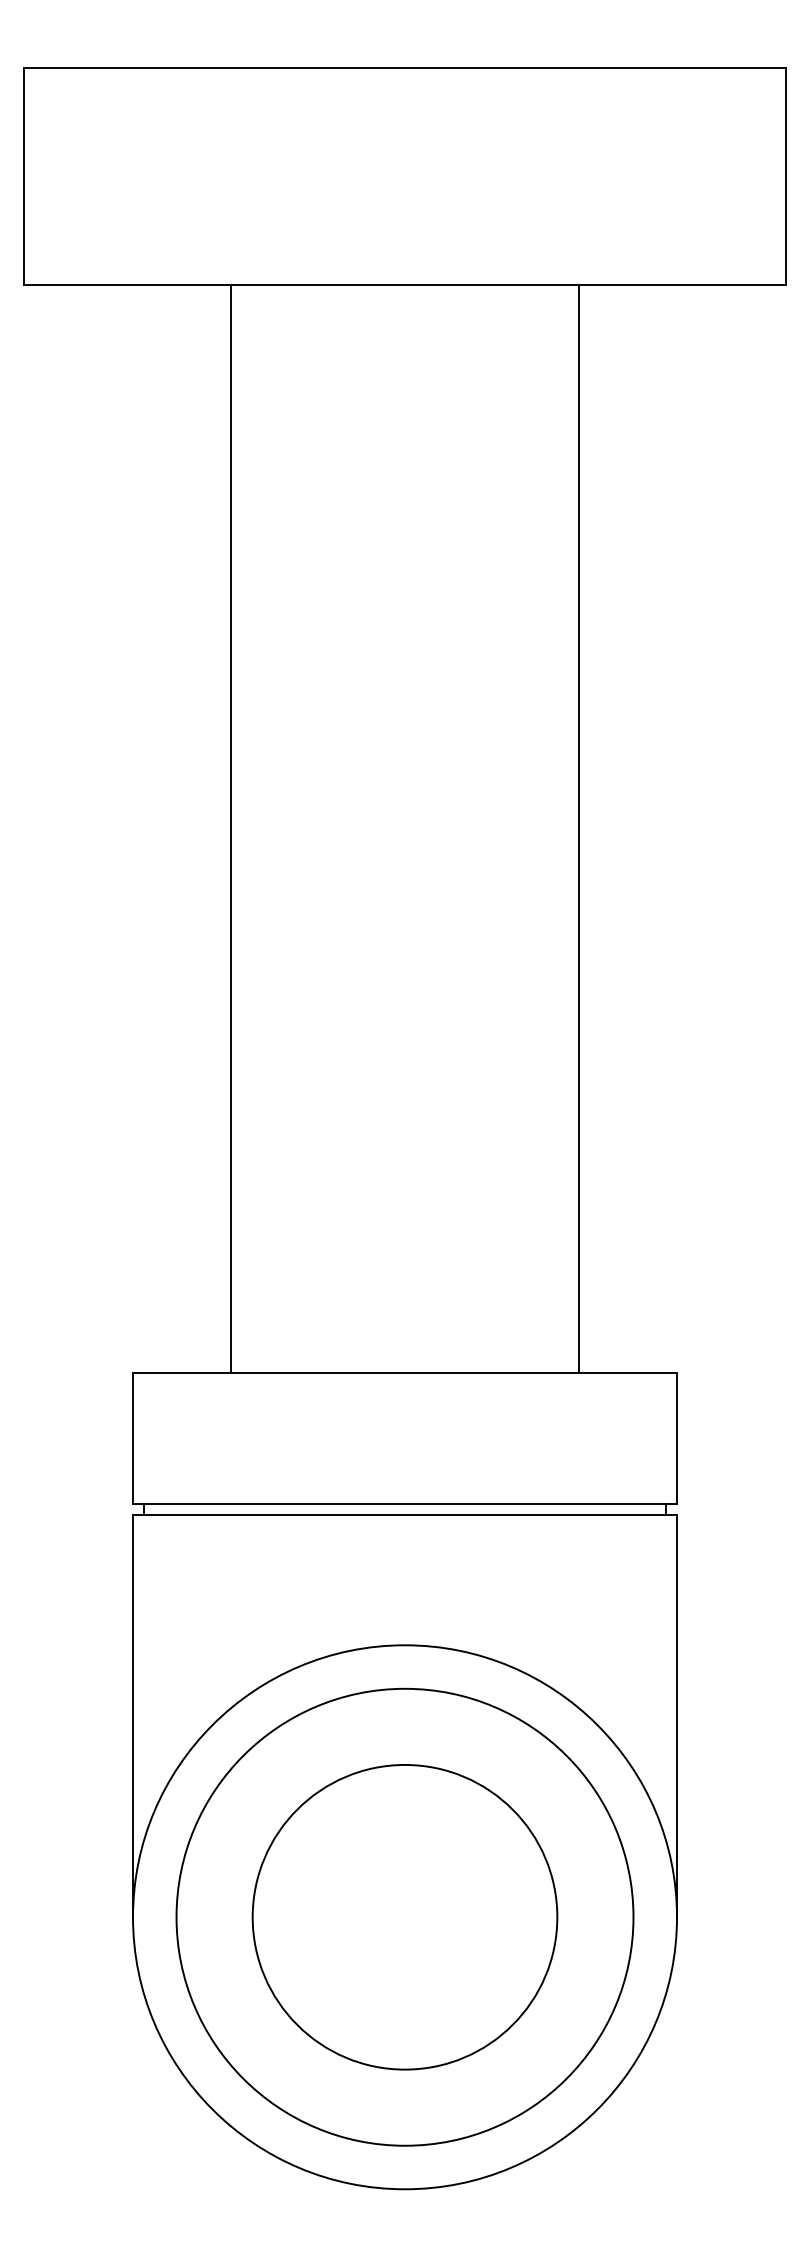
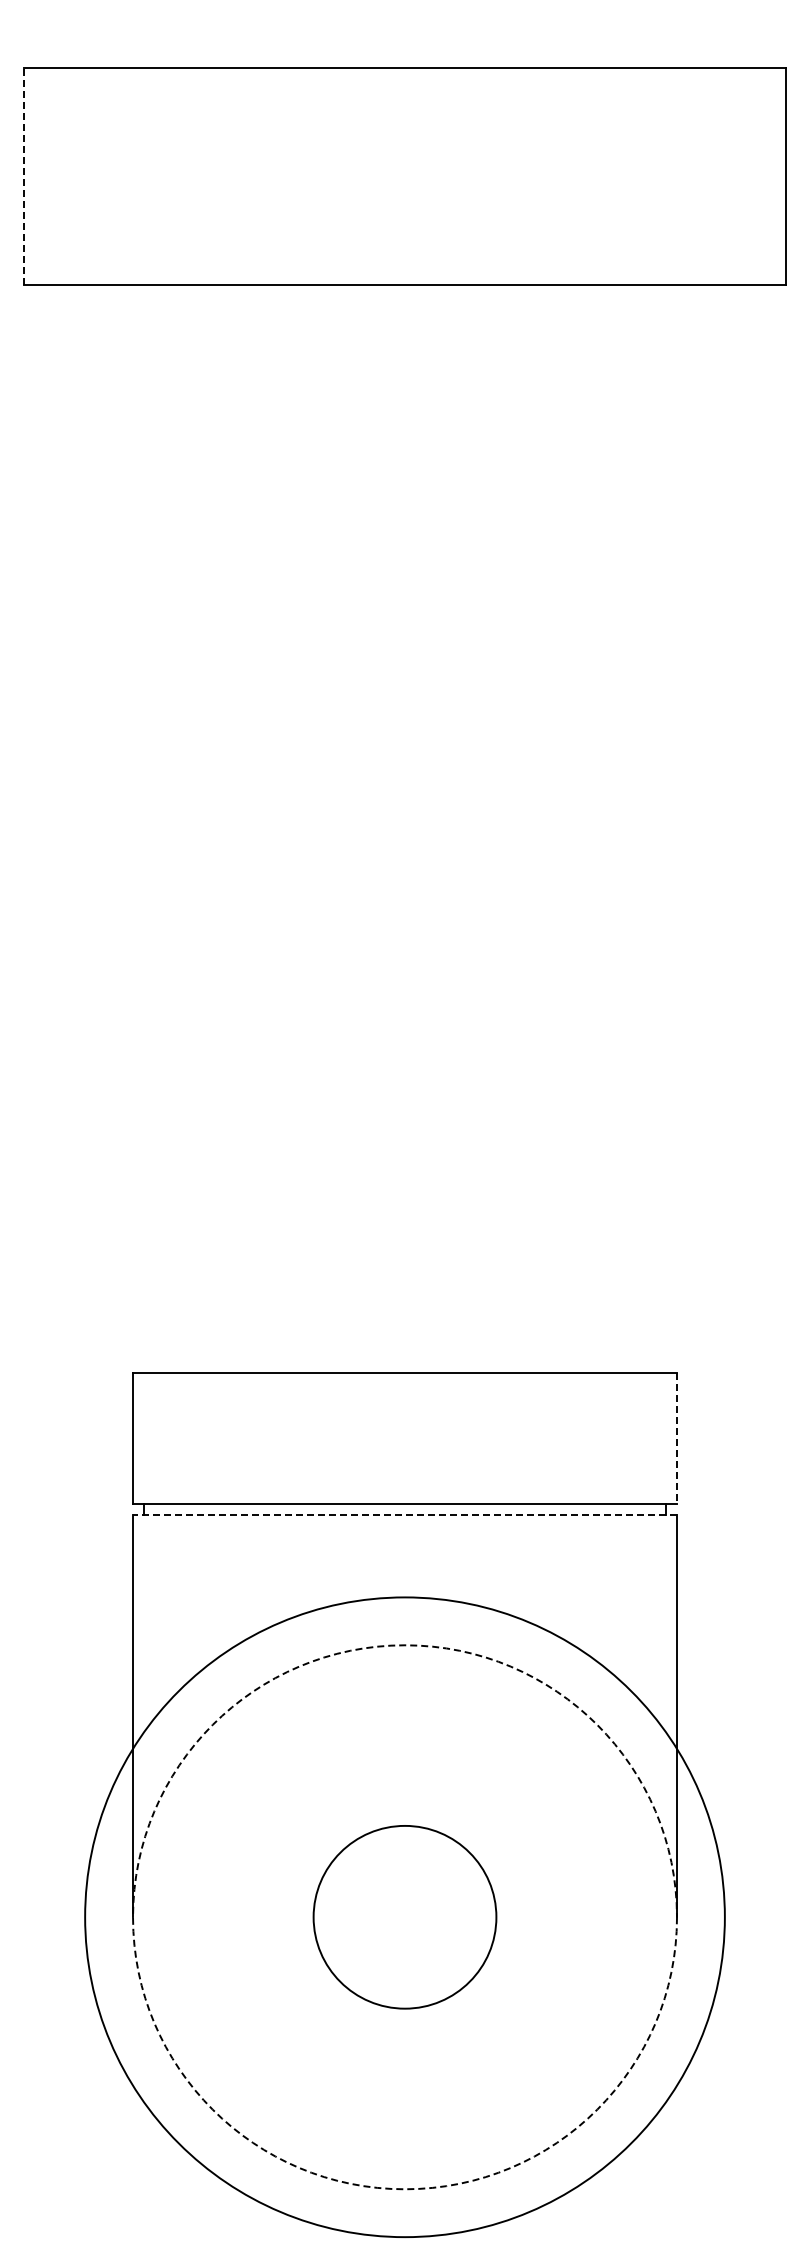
line at (24, 176): solid -> dashed
line at (230, 829): present -> none
line at (579, 829): present -> none
line at (677, 1439): solid -> dashed
line at (405, 1514): solid -> dashed
circle at (404, 1916) diameter: 305 px -> 183 px
circle at (404, 1916) diameter: 457 px -> 640 px
circle at (405, 1917): solid -> dashed
